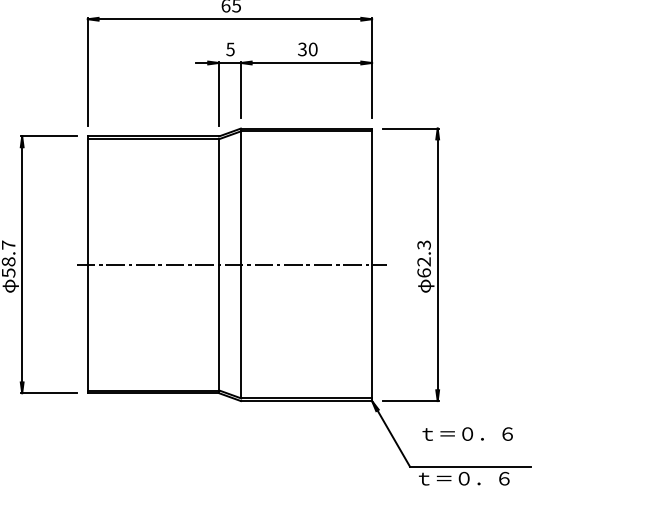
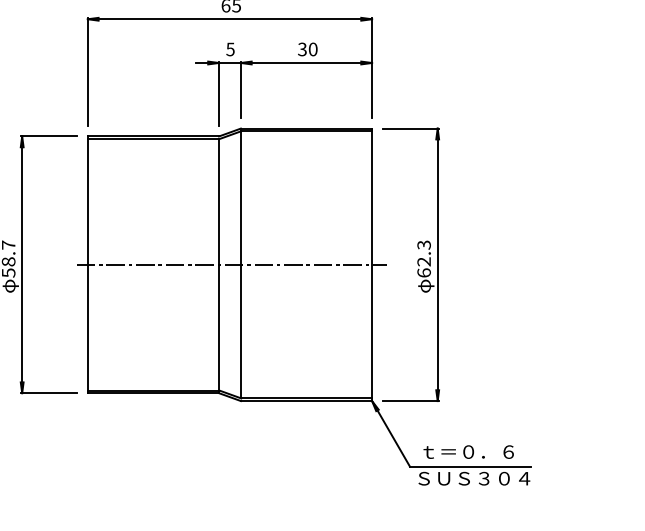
text at (467, 433) position: (467, 433) -> (468, 451)
text at (474, 478): ｔ＝０．６ -> ＳＵＳ３０４
